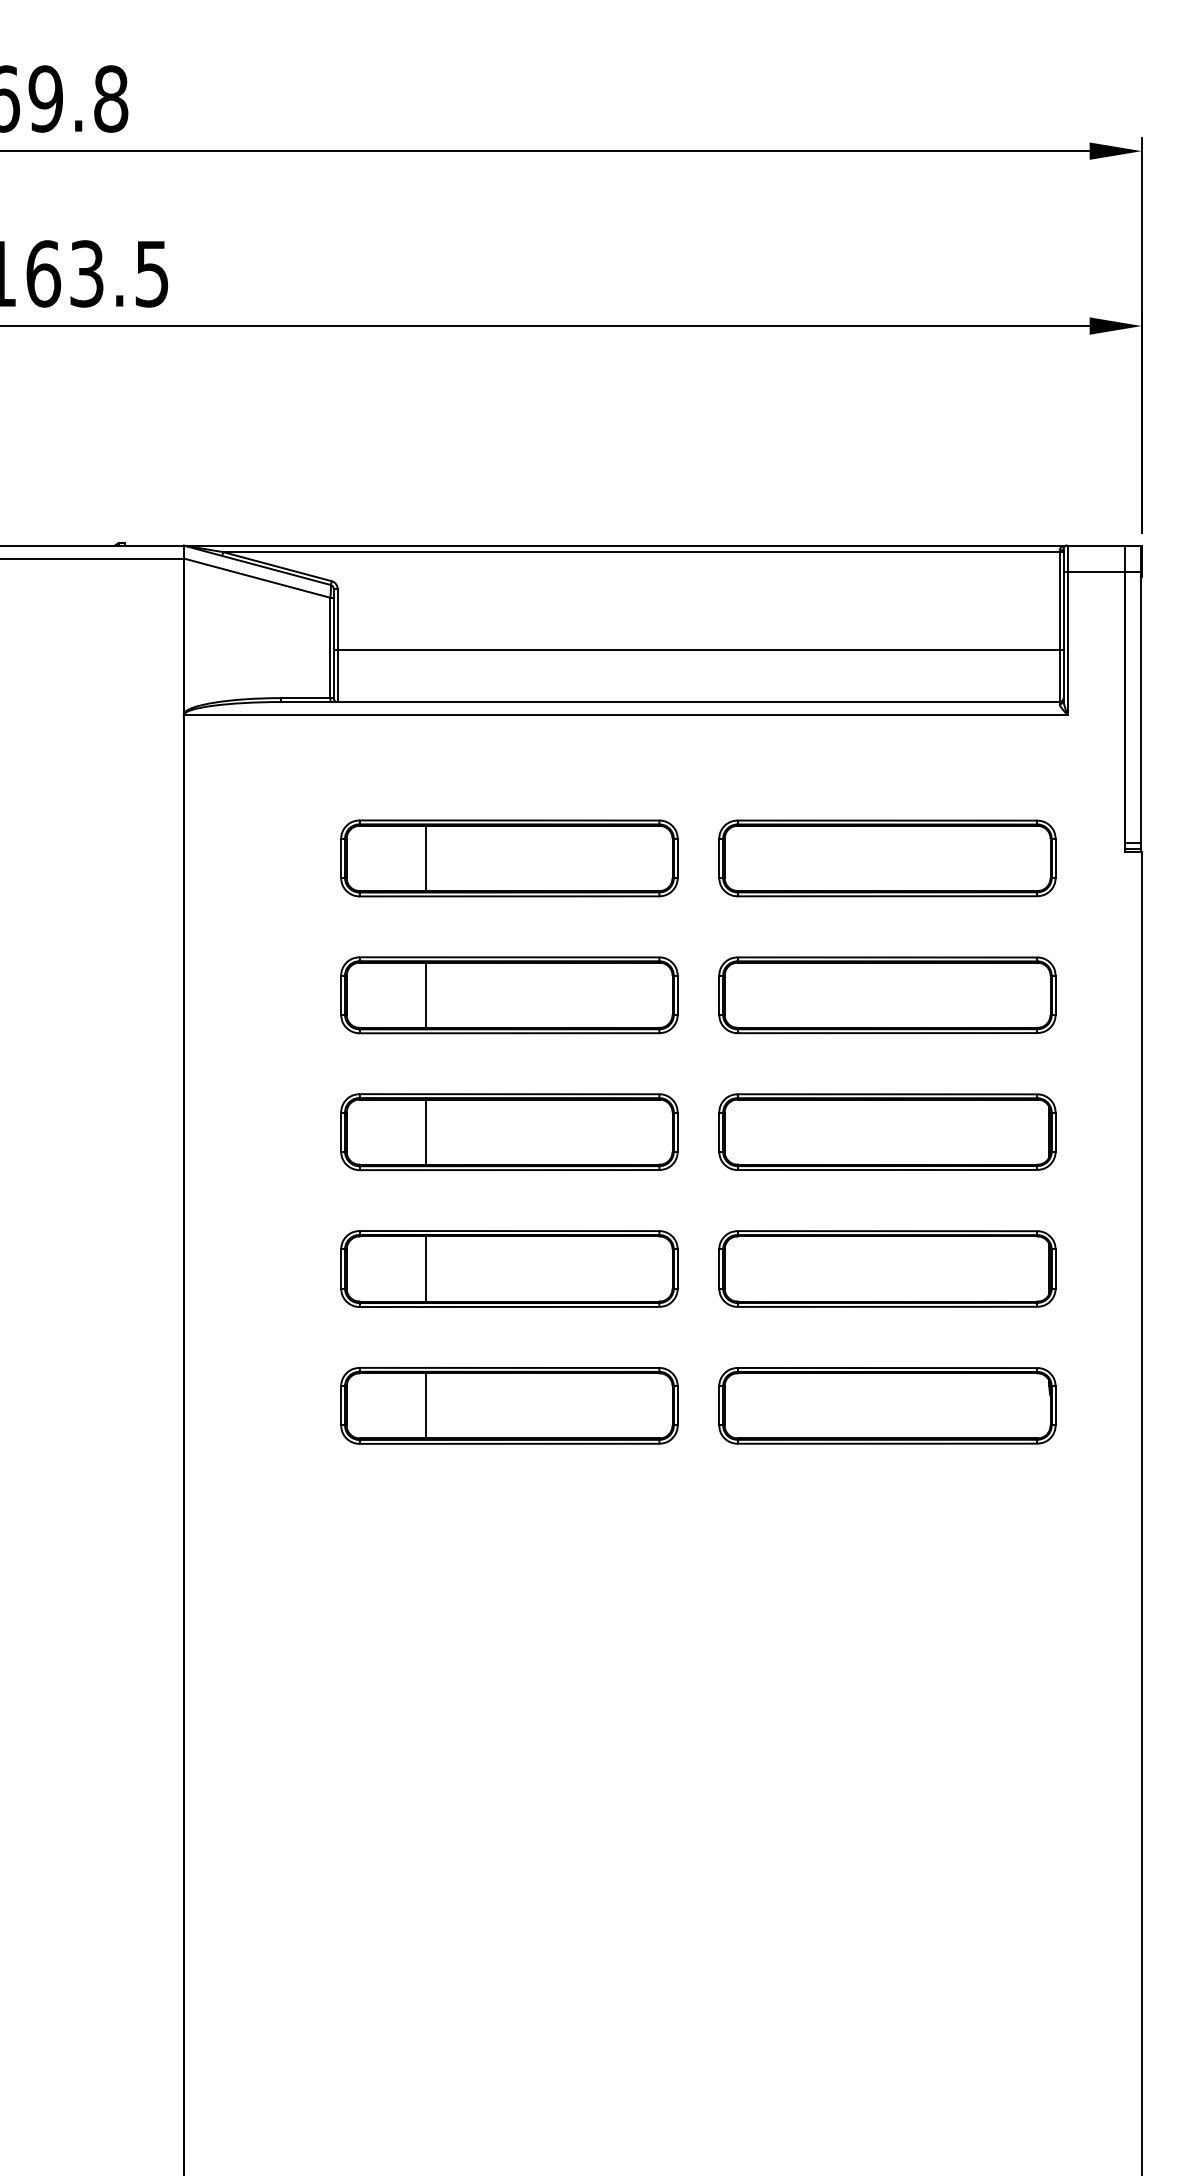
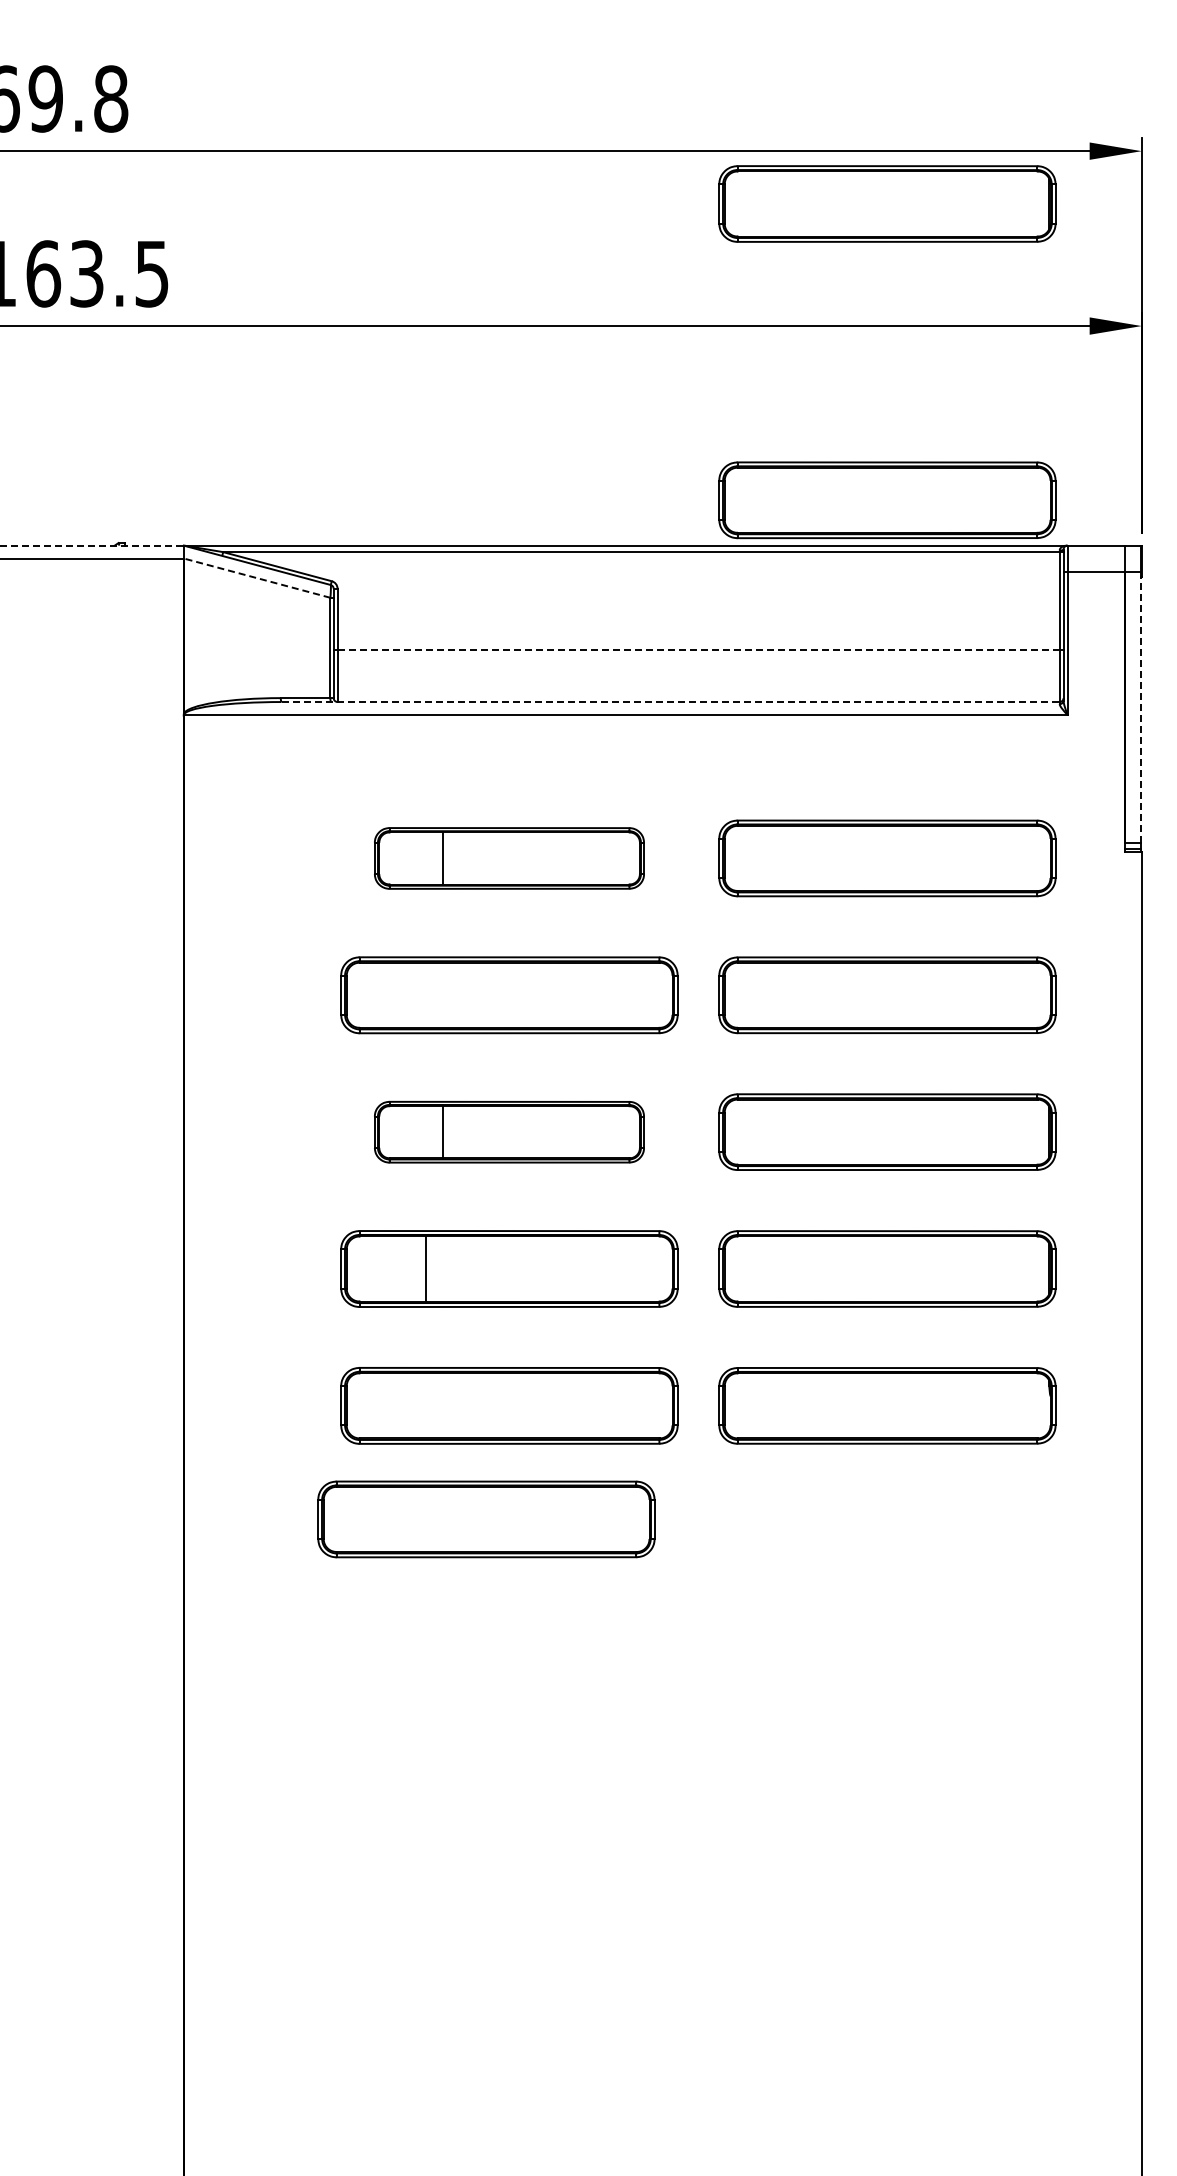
part at (887, 203): none -> present
part at (887, 500): none -> present
line at (92, 545): solid -> dashed
line at (257, 578): solid -> dashed
line at (699, 649): solid -> dashed
line at (671, 702): solid -> dashed
line at (1140, 707): solid -> dashed
part at (509, 858) size: 339x79 px -> 271x63 px
line at (426, 994): present -> none
part at (509, 1132) size: 339x79 px -> 271x64 px
line at (426, 1405): present -> none
part at (486, 1519): none -> present
